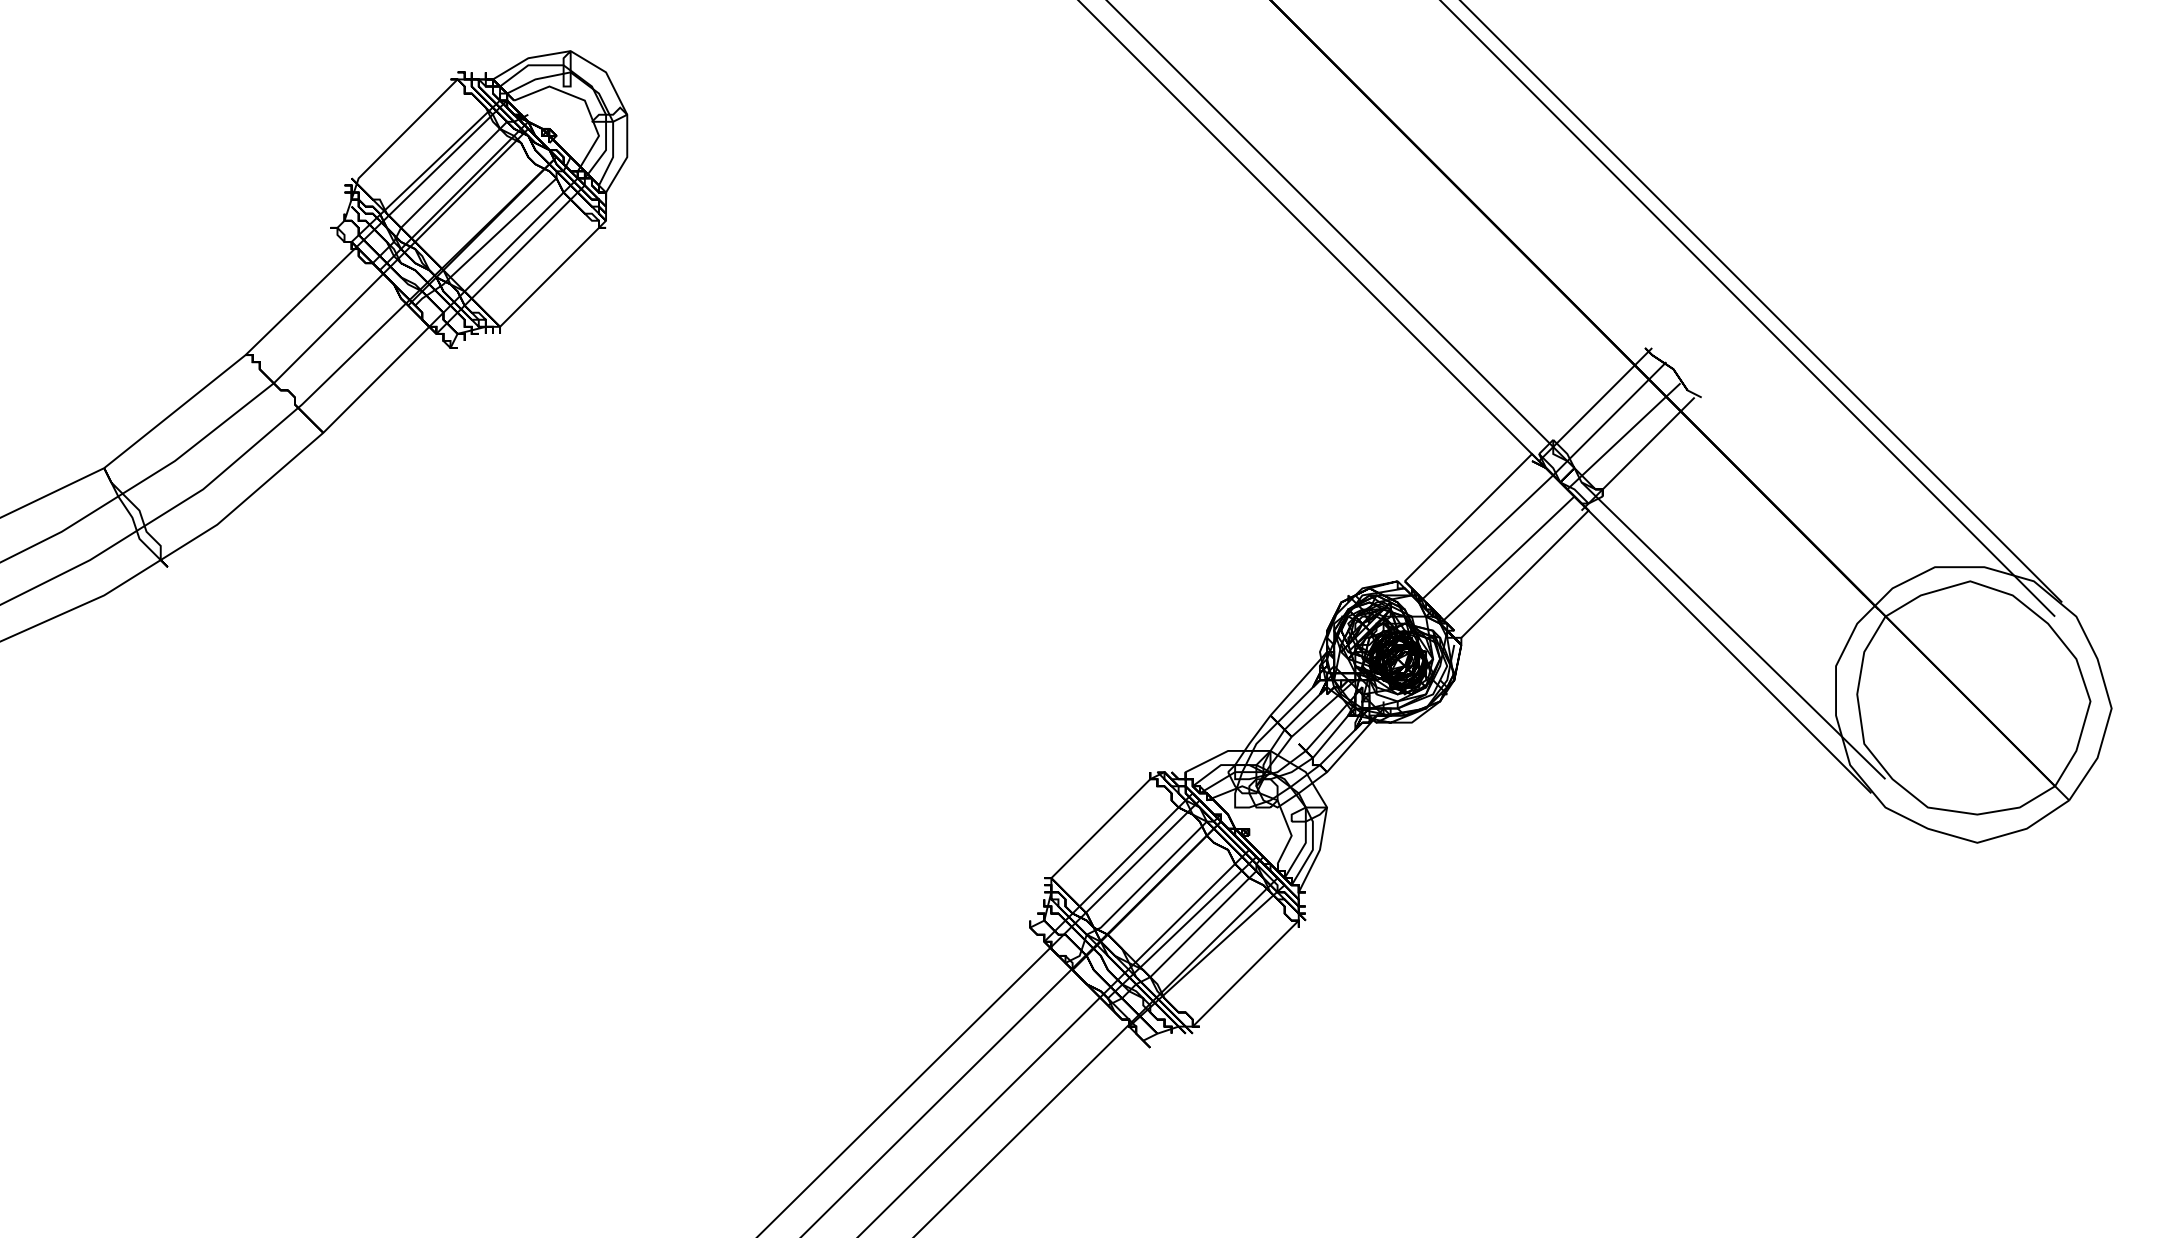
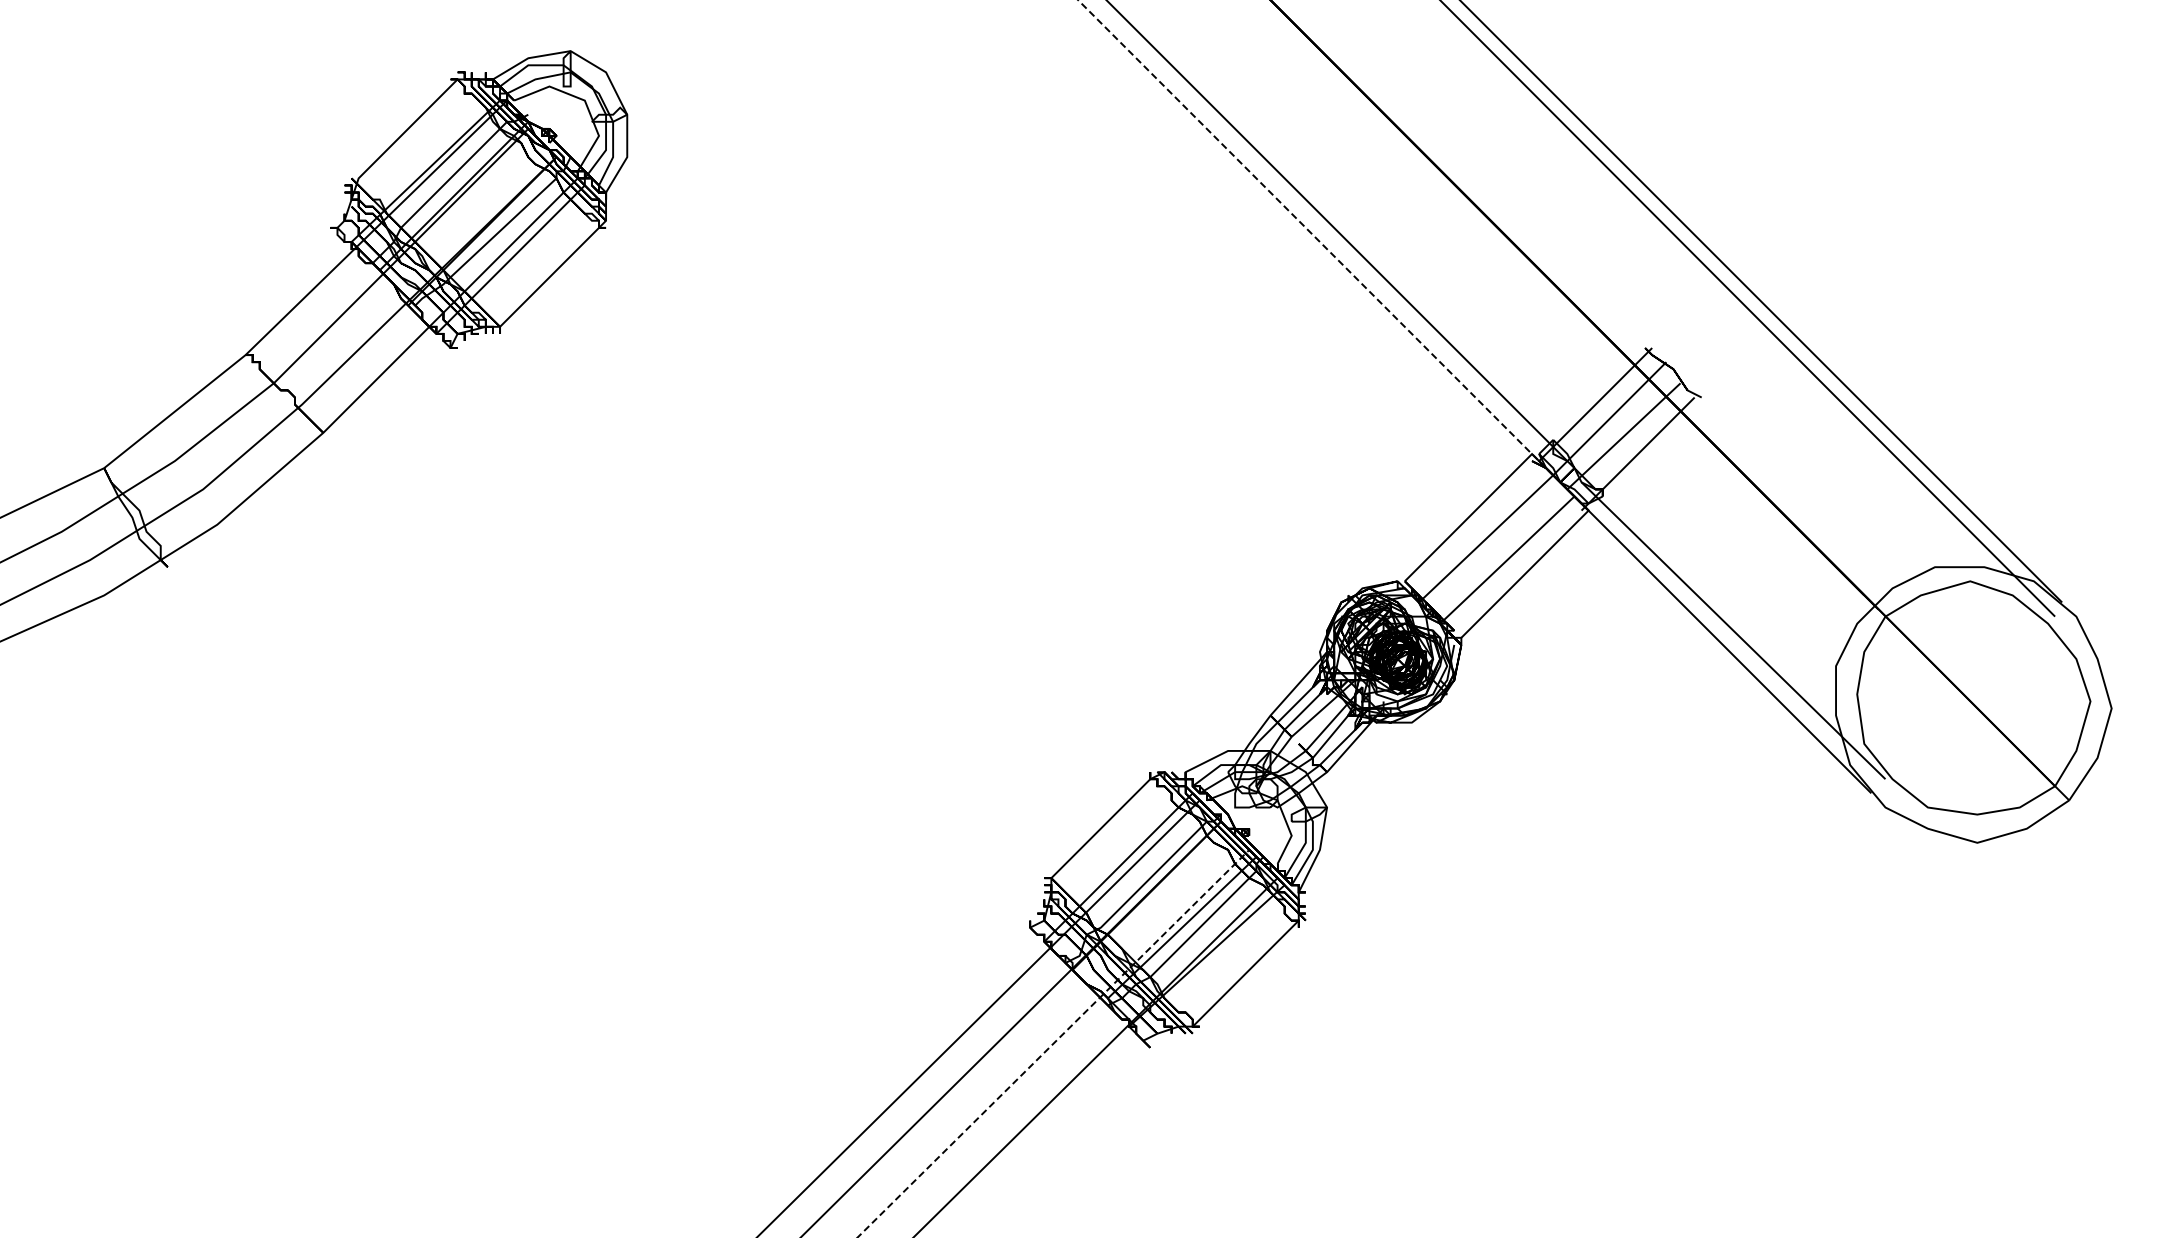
line at (1315, 237): solid -> dashed
line at (1053, 1043): solid -> dashed
